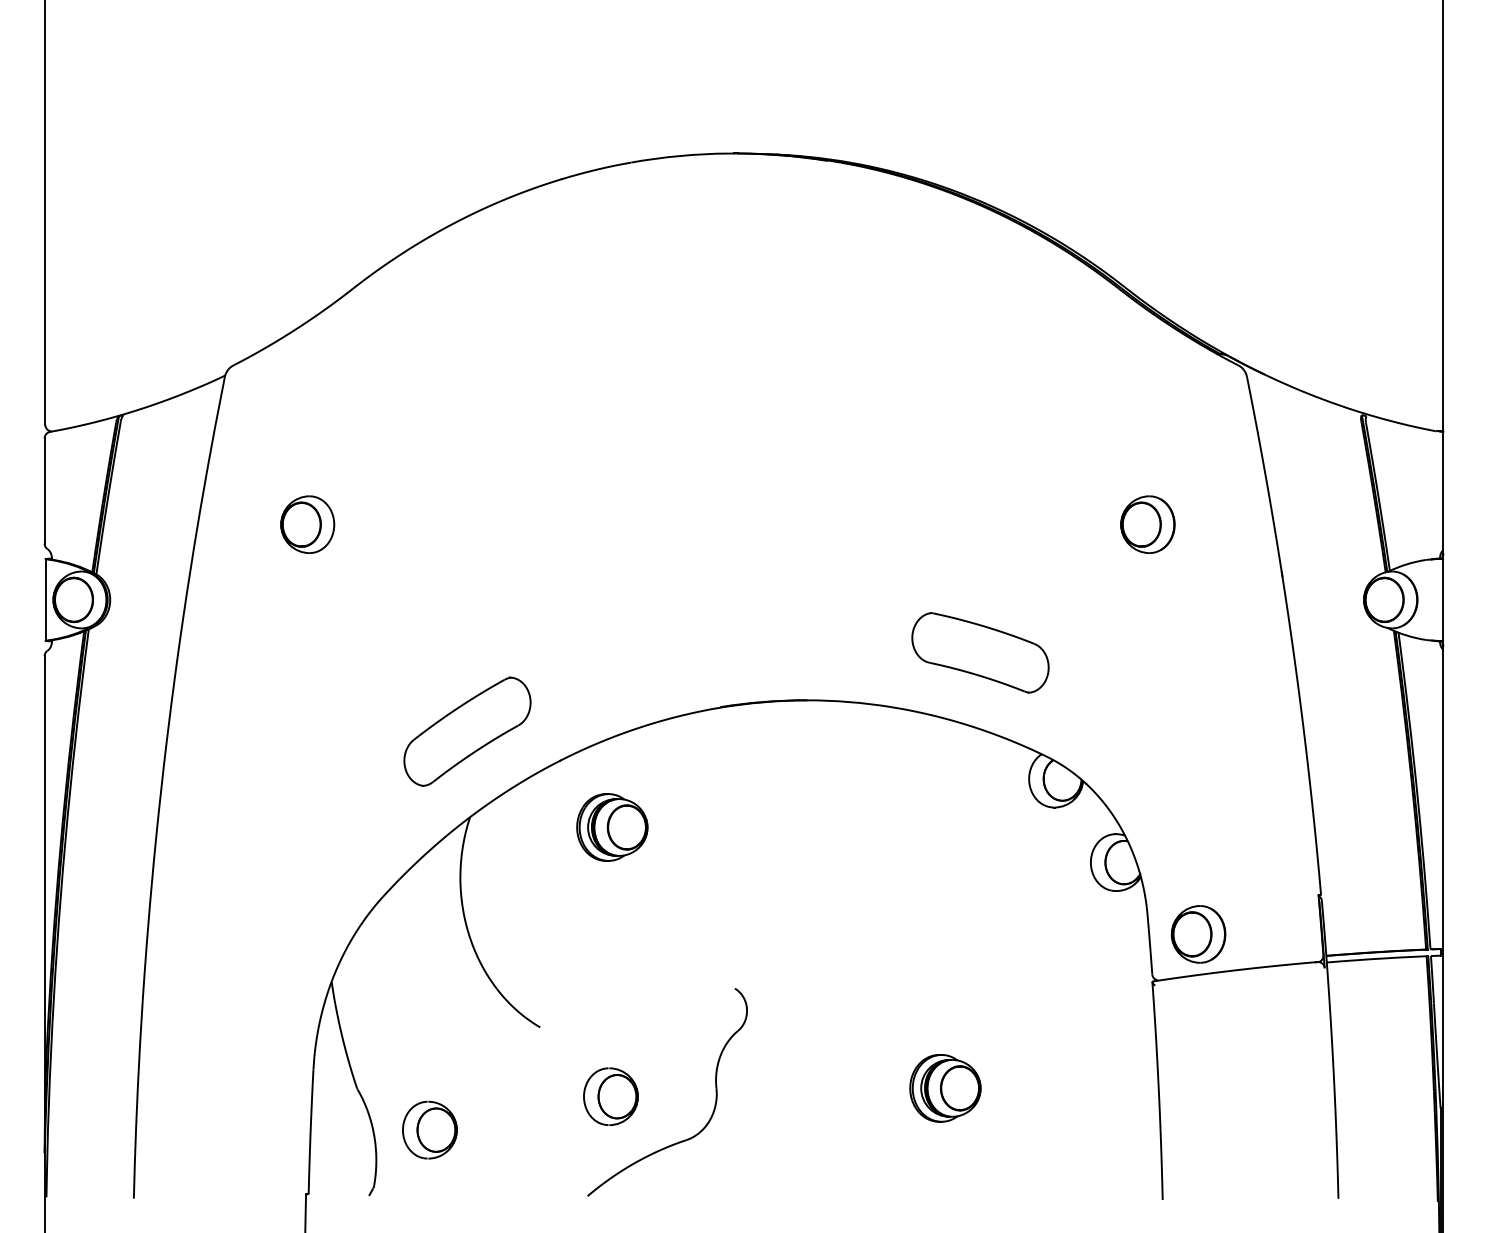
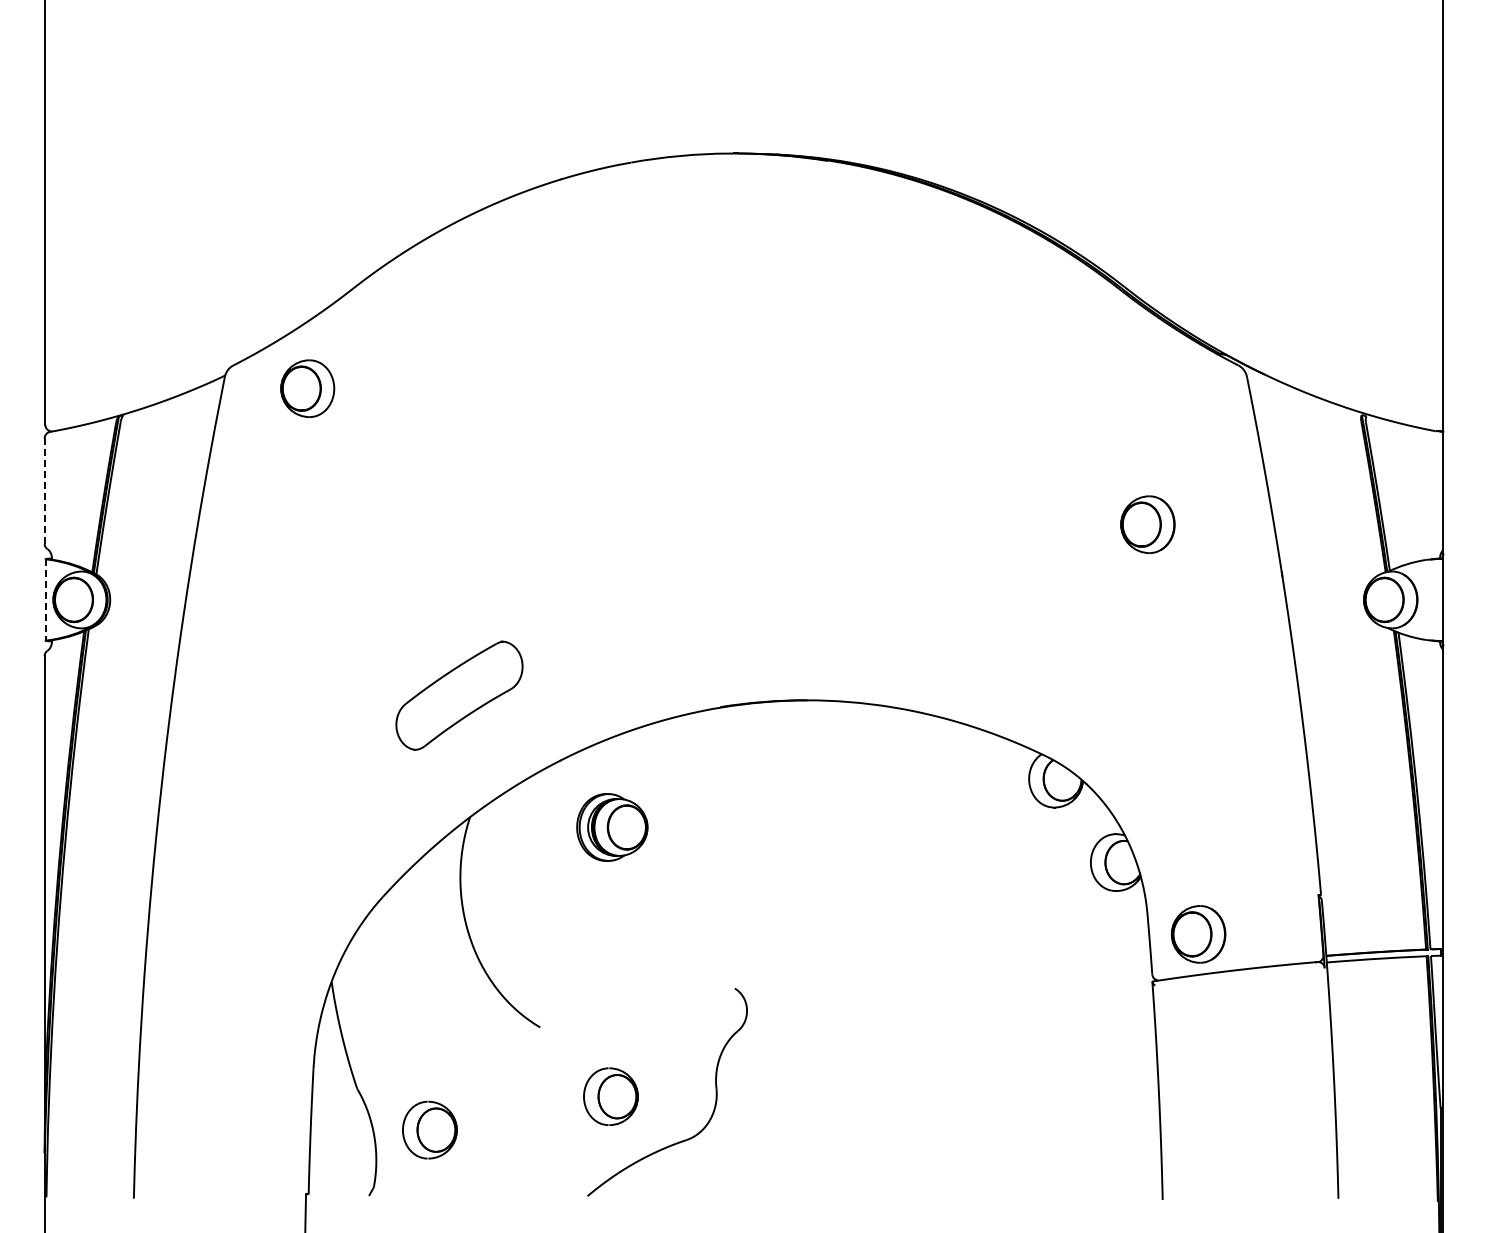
line at (44, 491): solid -> dashed
part at (307, 524) position: (307, 524) -> (307, 388)
line at (45, 599): solid -> dashed
part at (980, 652): present -> none
part at (467, 731) position: (467, 731) -> (459, 695)
part at (945, 1088): present -> none
